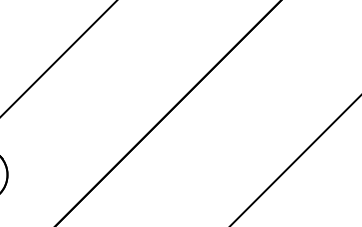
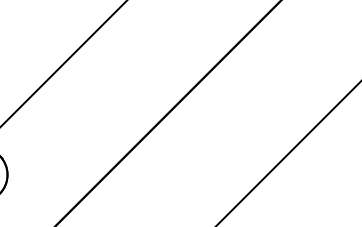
line at (58, 58) position: (58, 58) -> (63, 63)
line at (295, 160) position: (295, 160) -> (288, 153)
